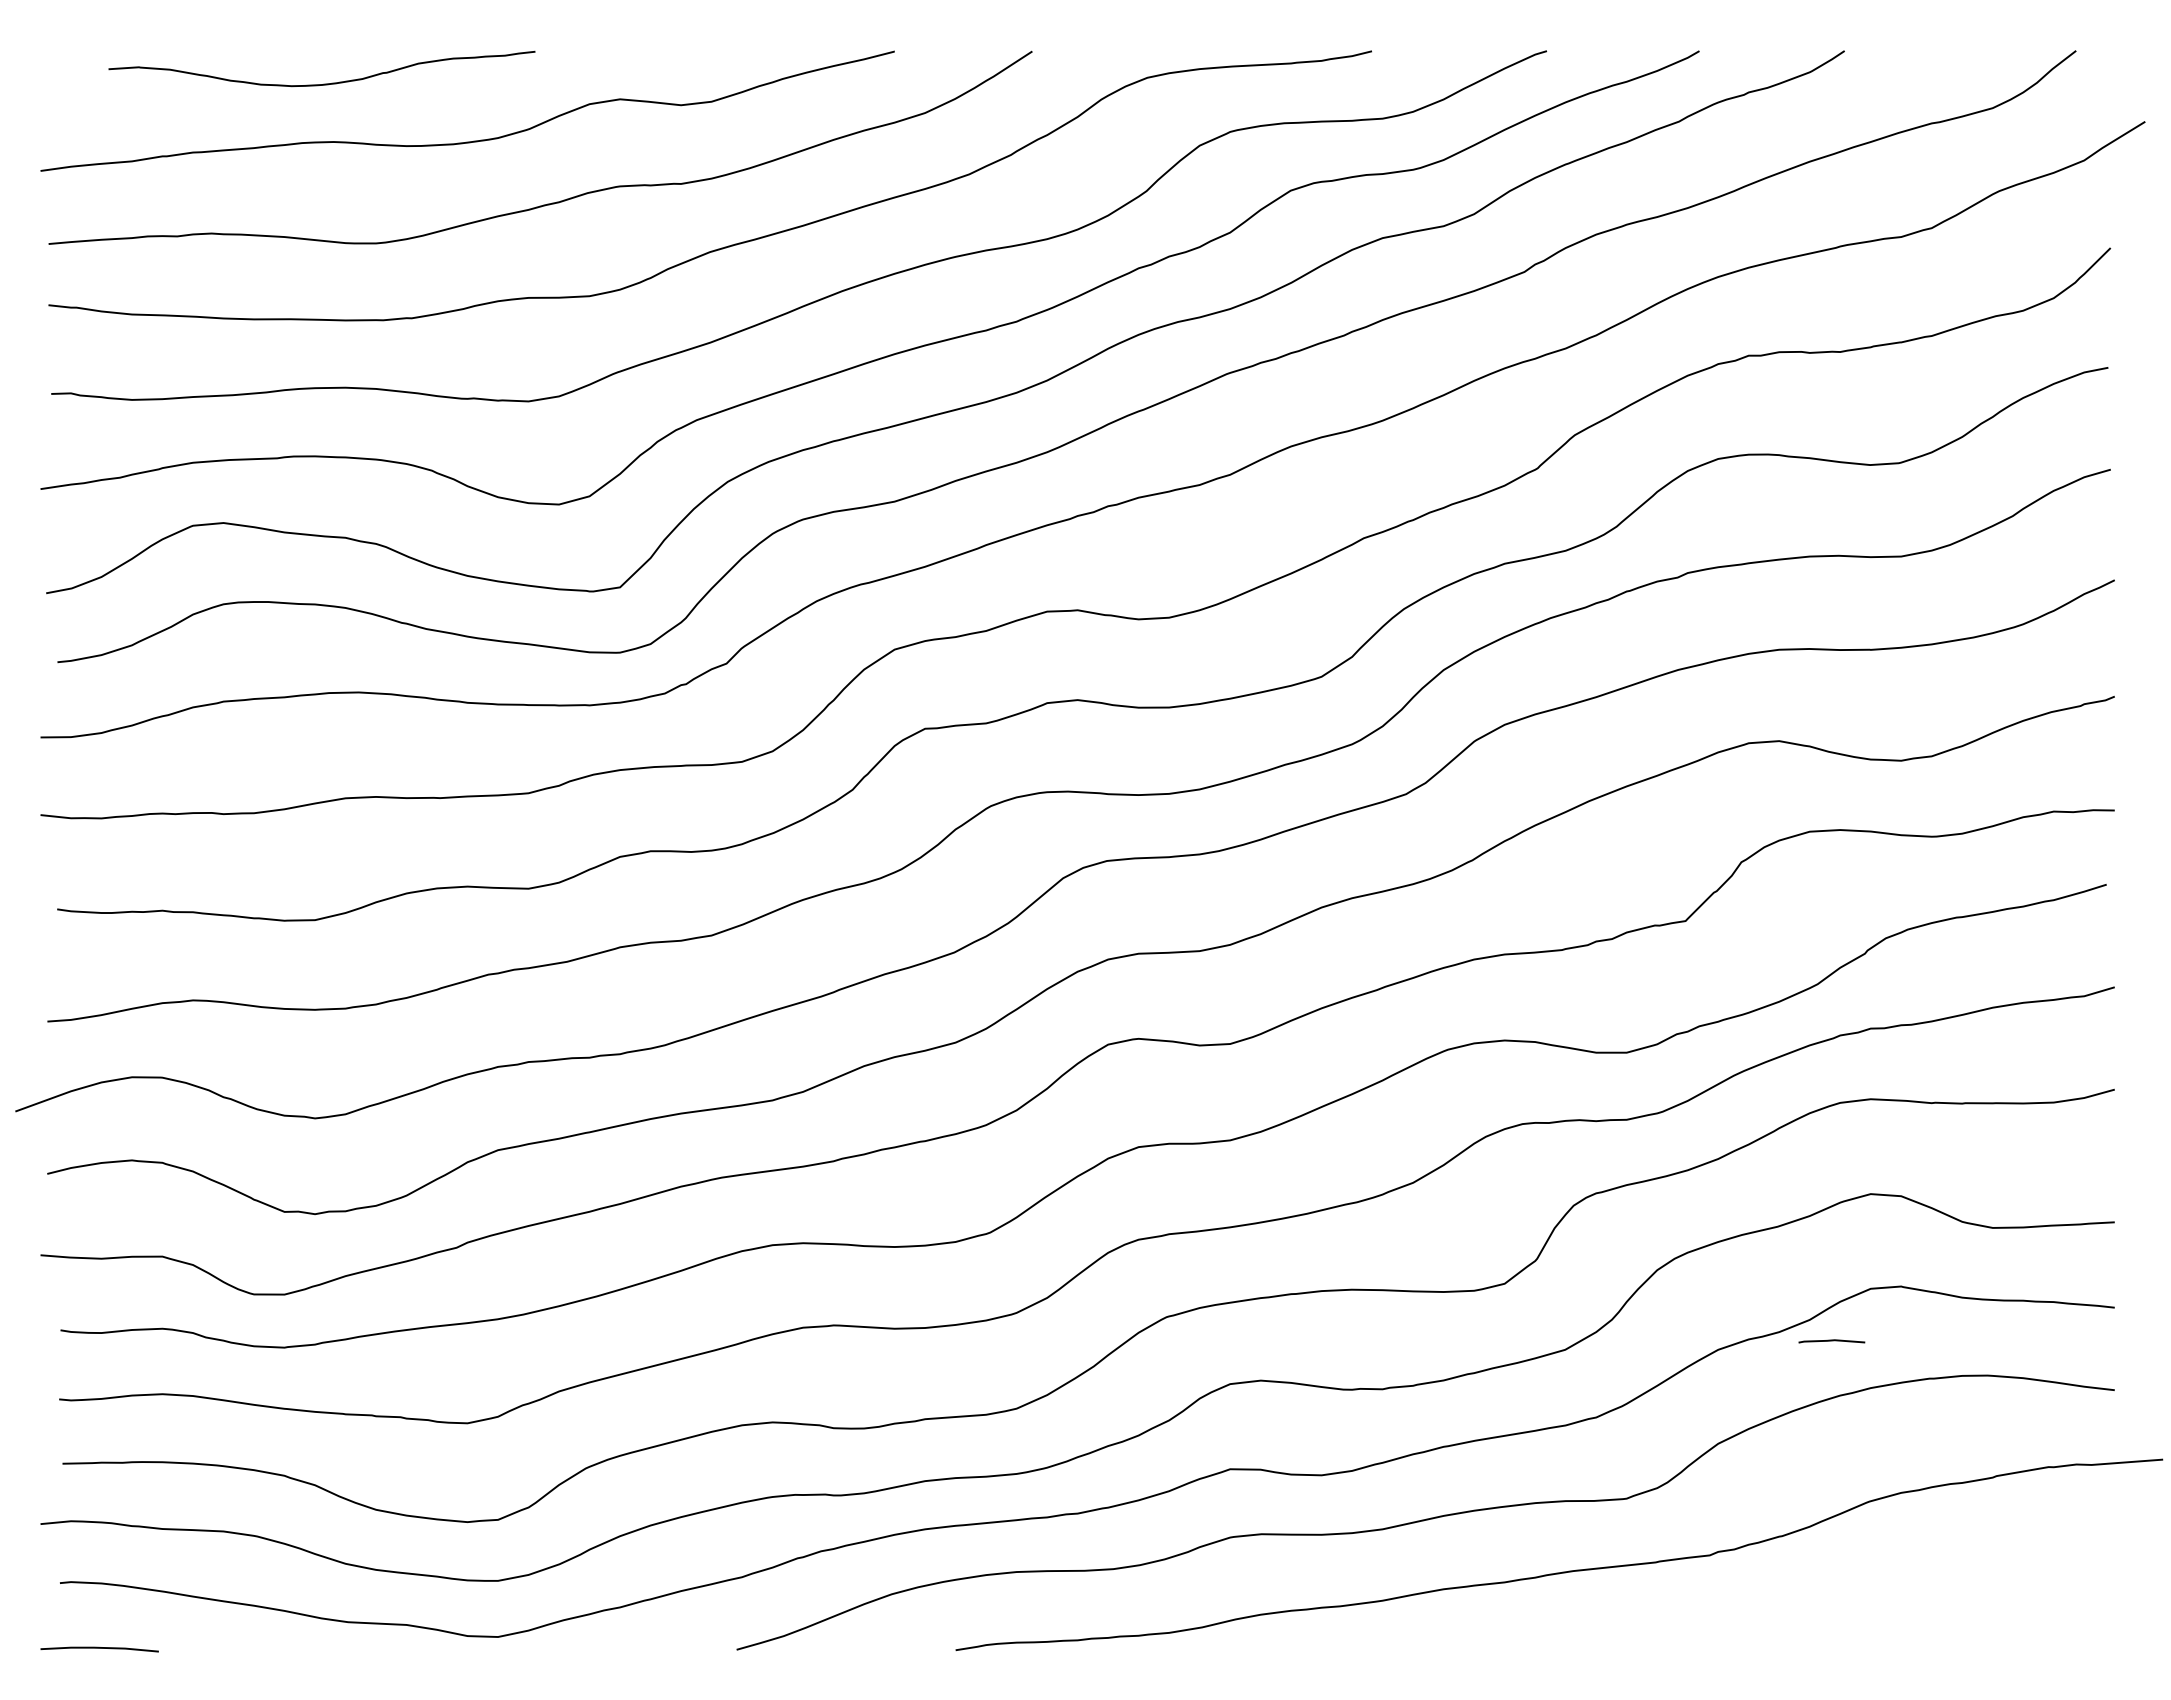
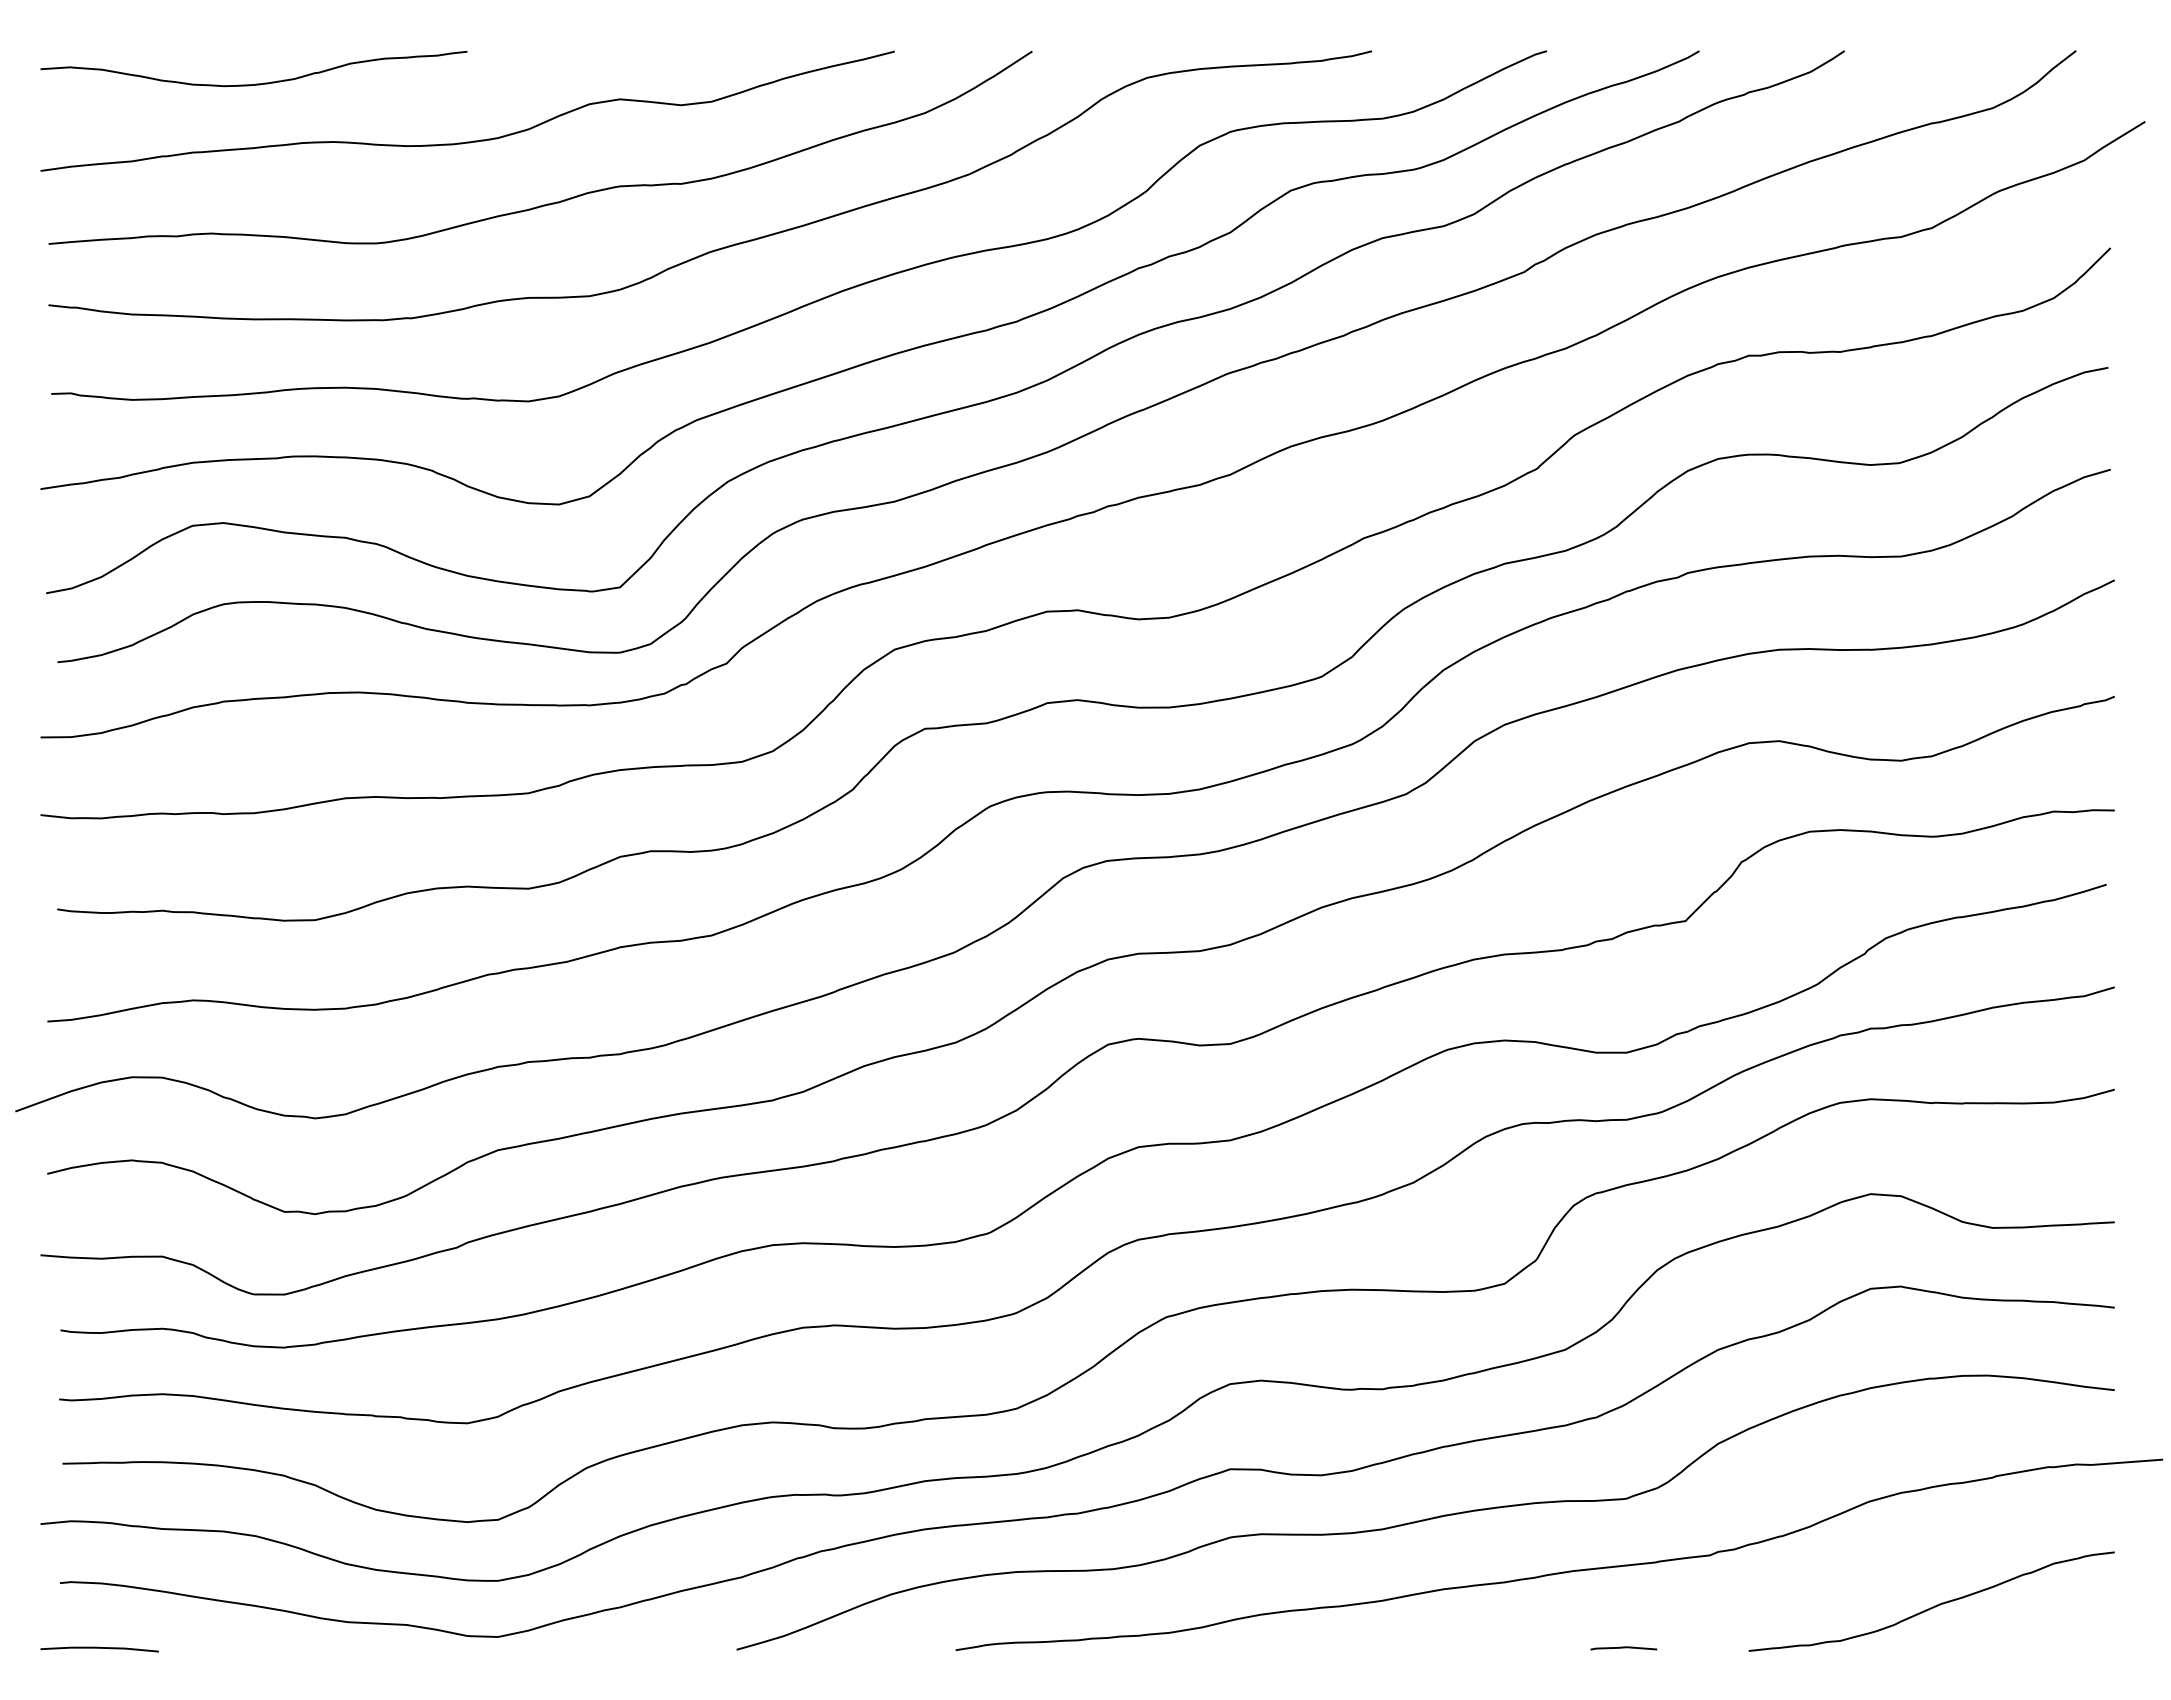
curve at (323, 83) position: (323, 83) -> (255, 83)
line at (1831, 1341) position: (1831, 1341) -> (1623, 1648)
curve at (1934, 1605): none -> present
